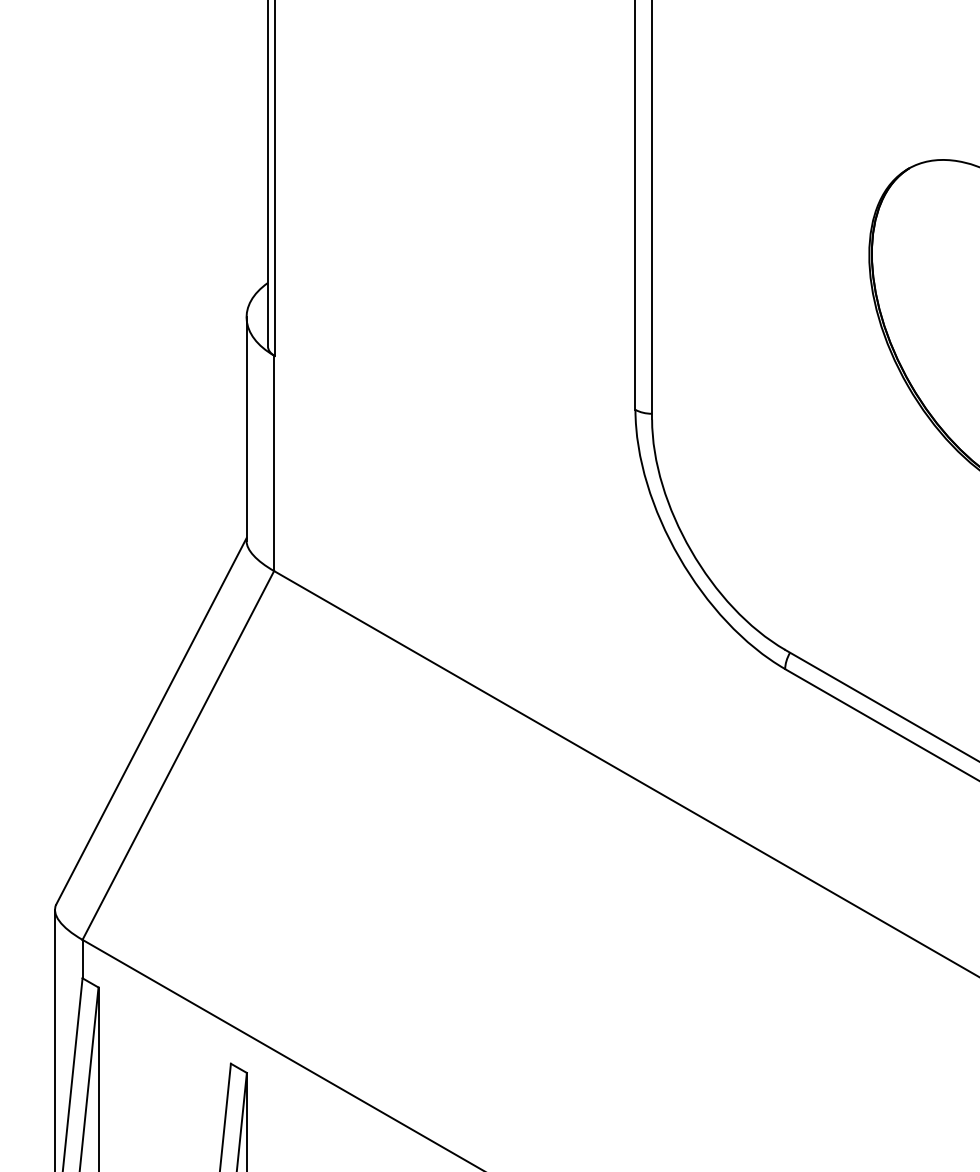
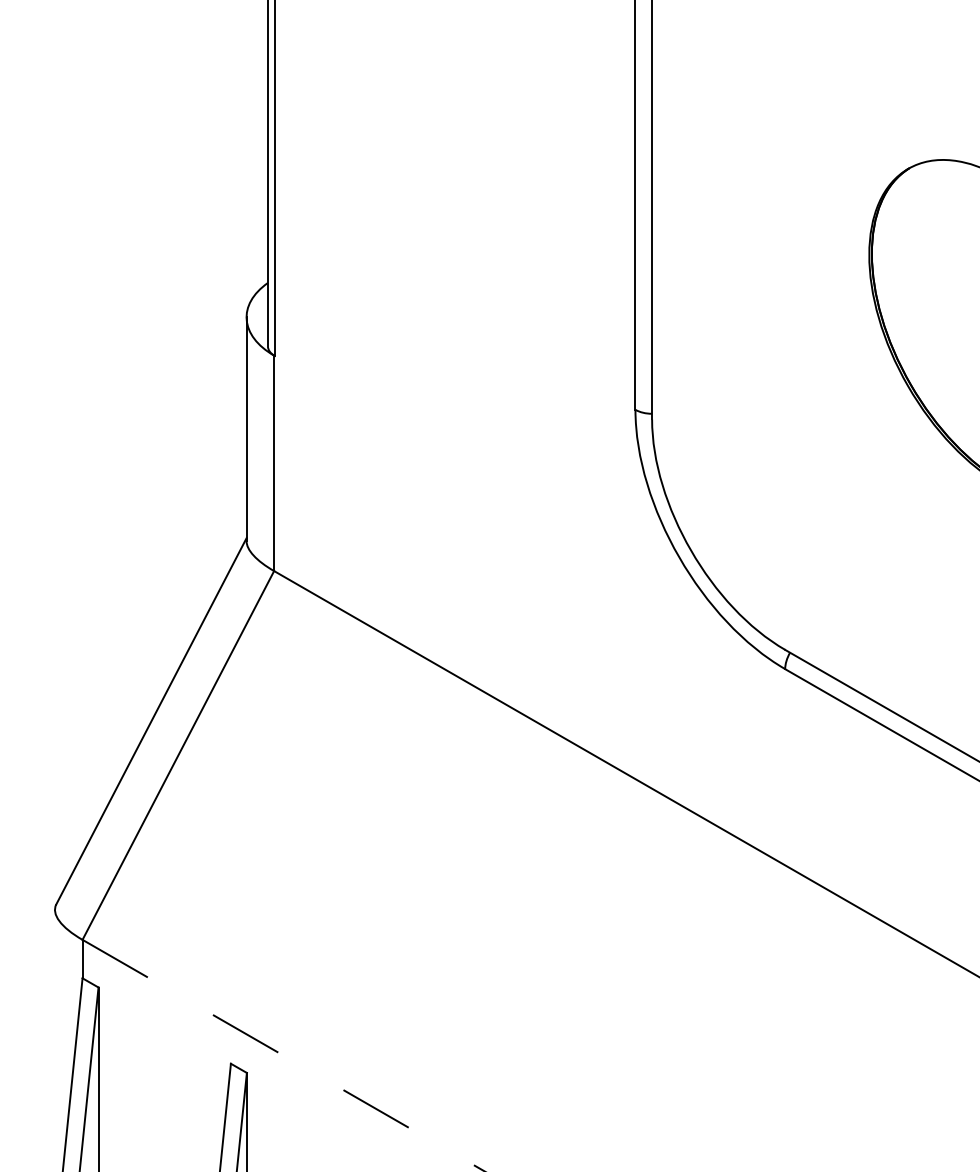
line at (55, 1038): present -> none
line at (284, 1056): solid -> dashed
